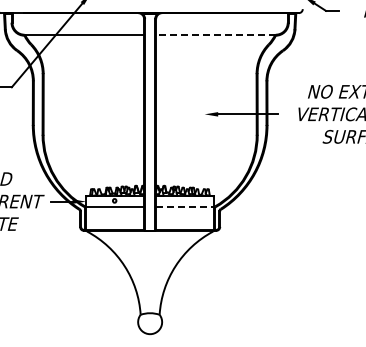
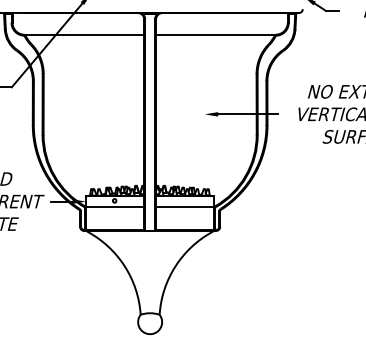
line at (215, 34): dashed -> solid
line at (185, 206): dashed -> solid
